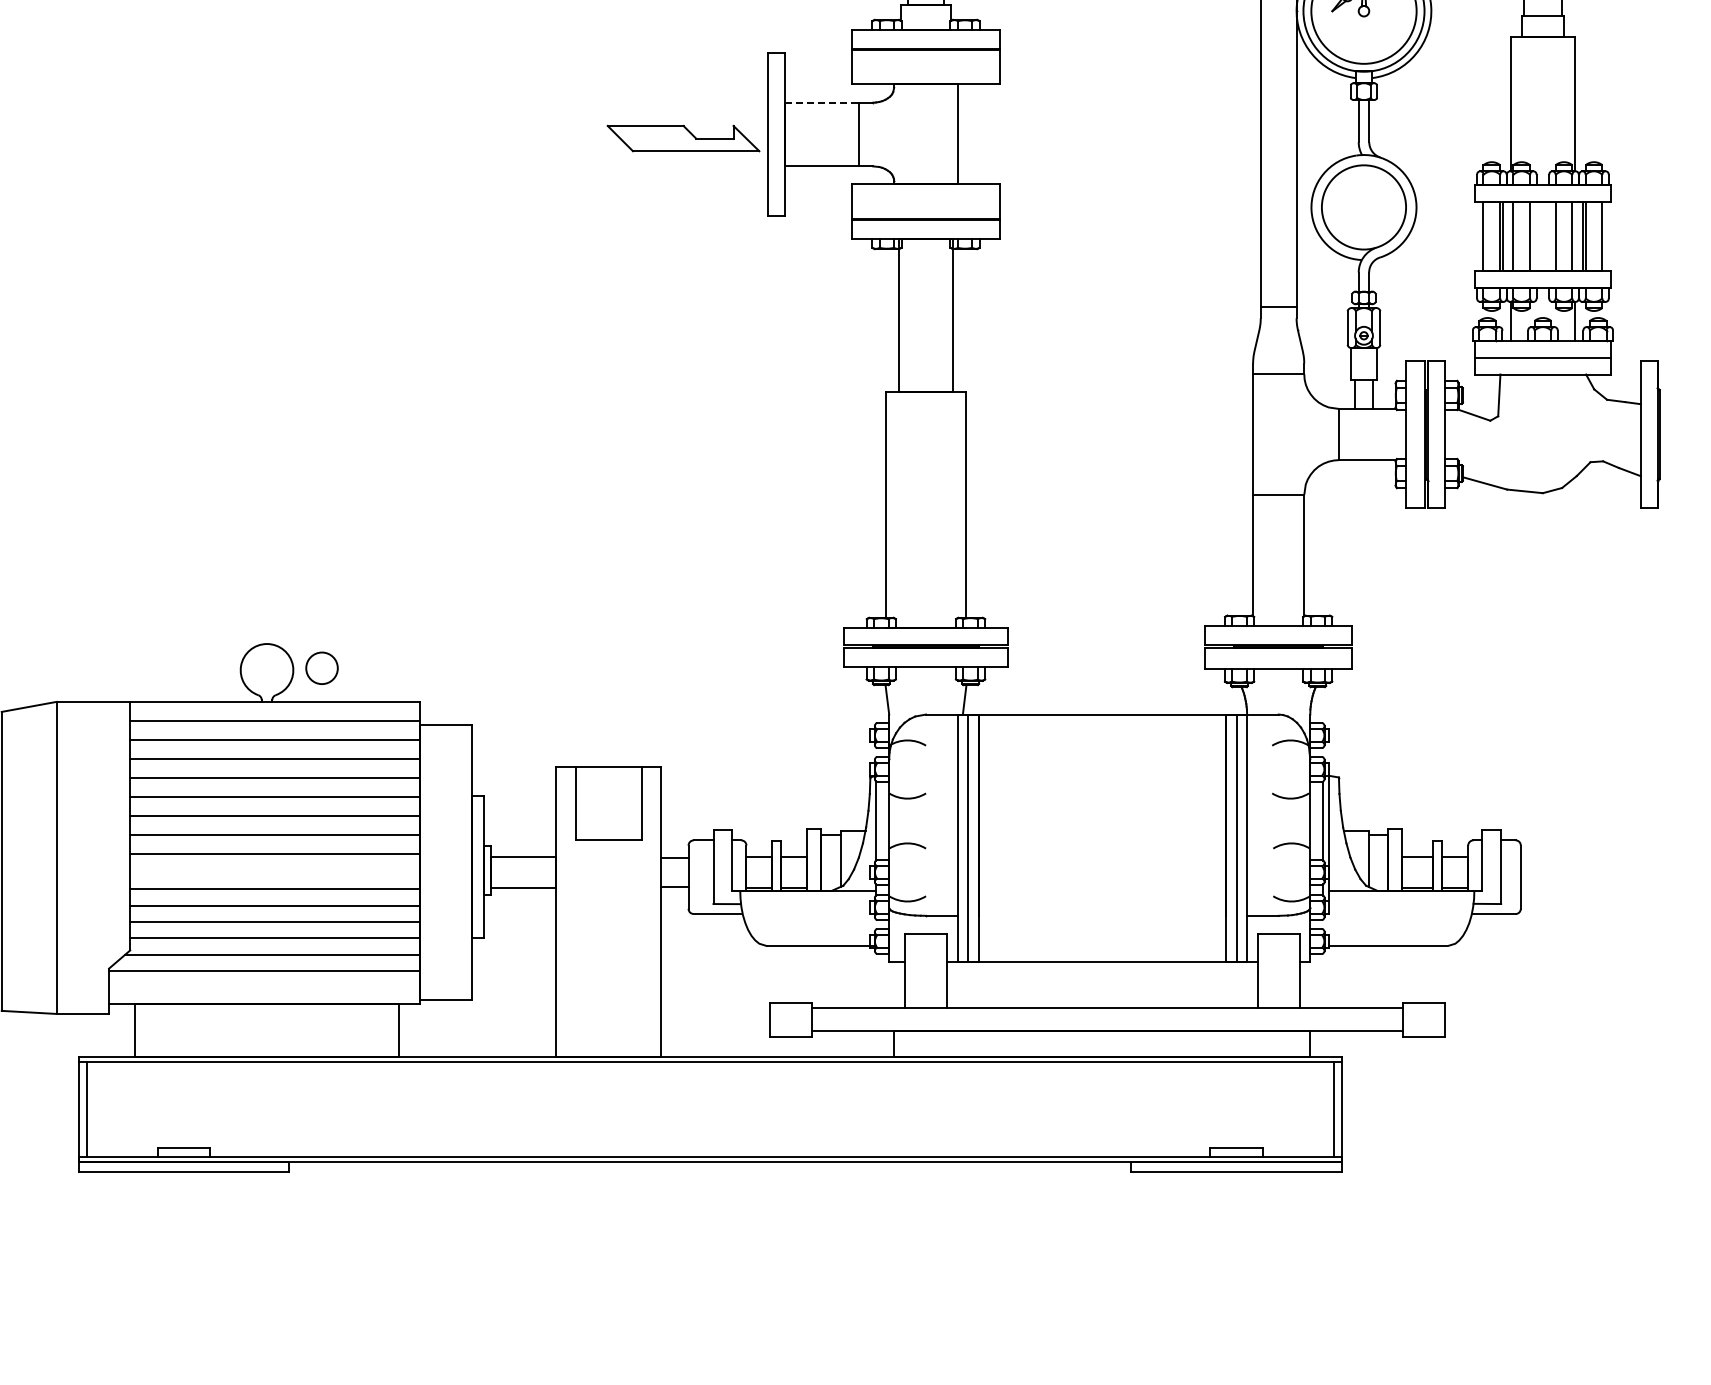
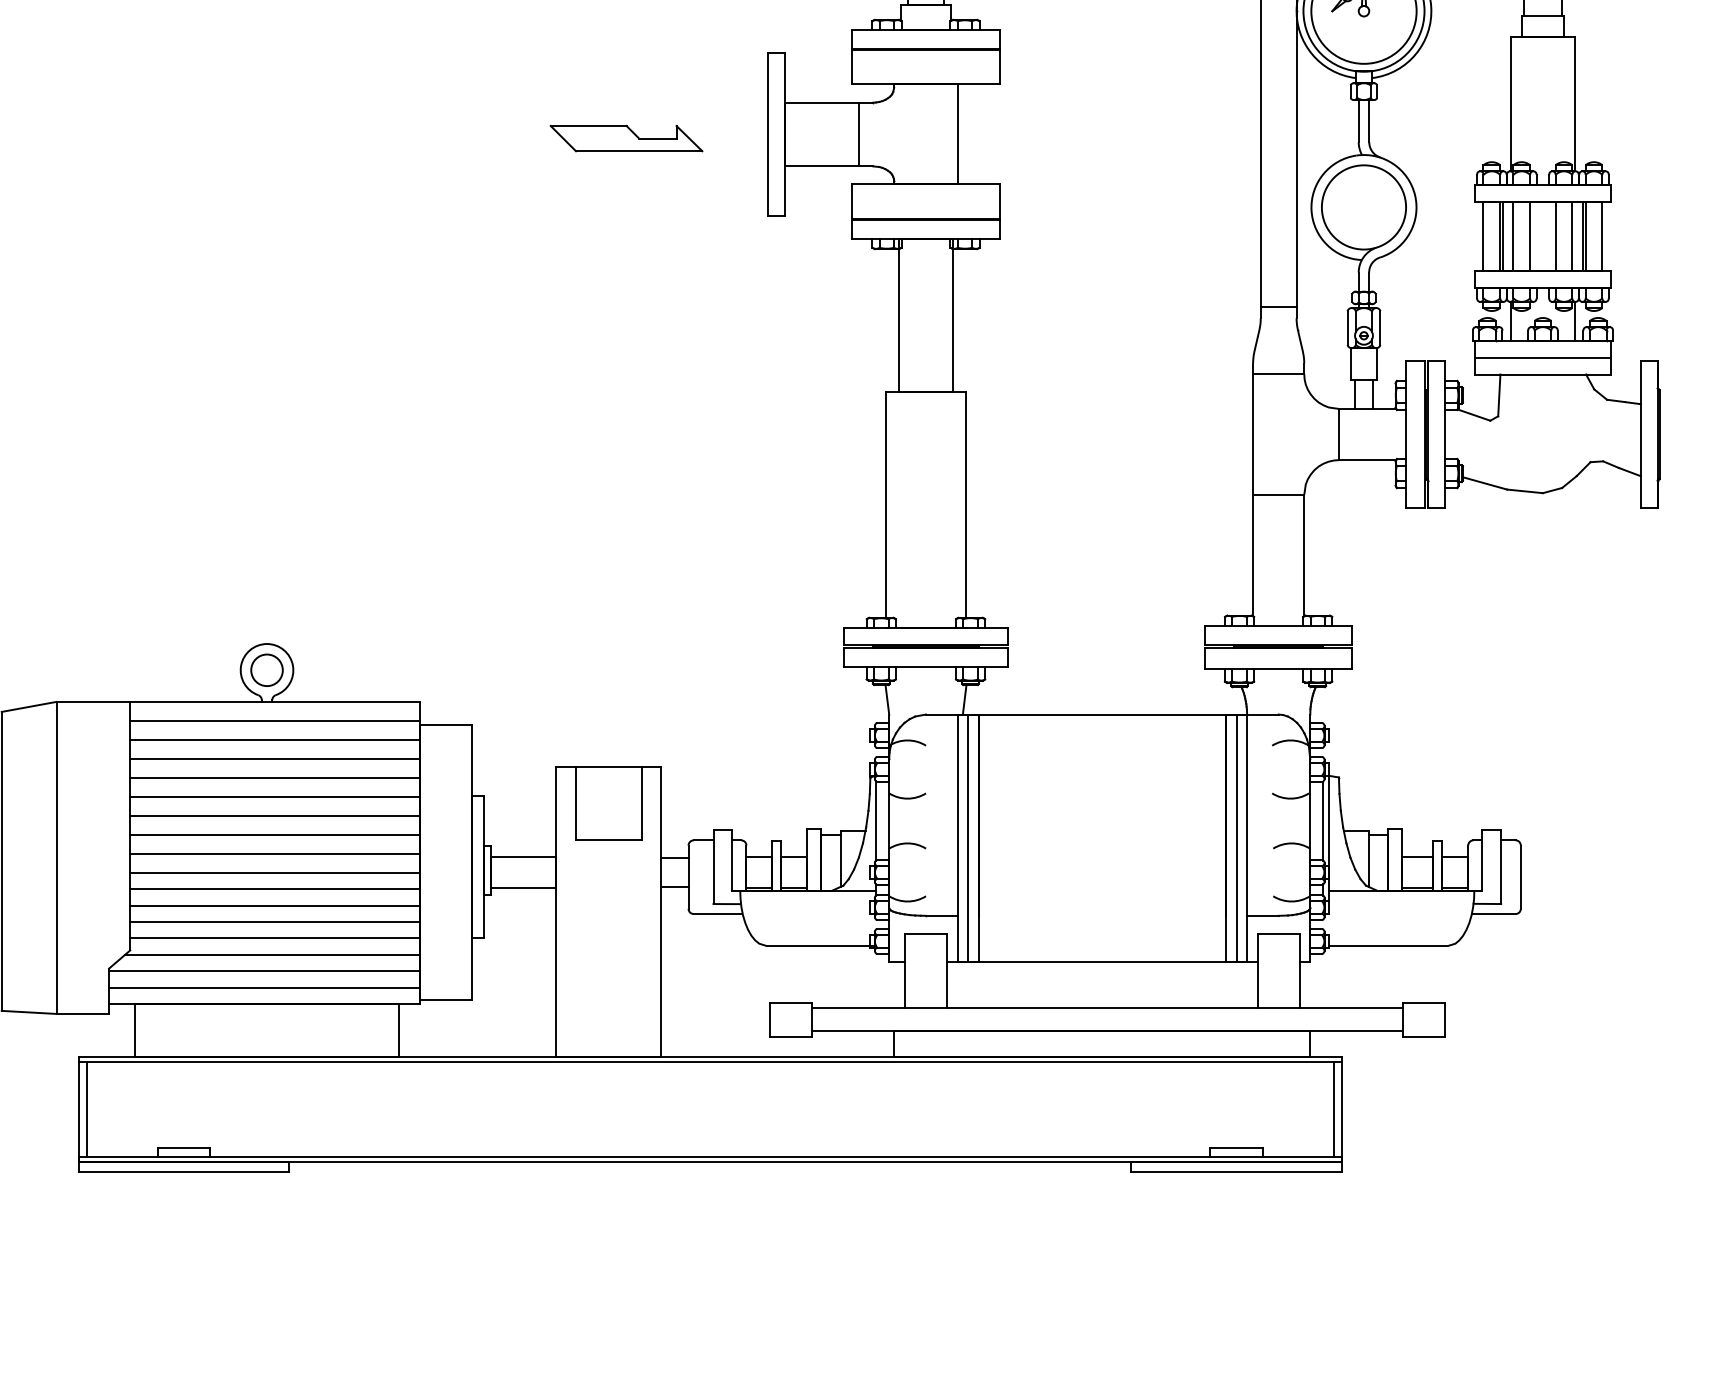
line at (822, 102): dashed -> solid
part at (683, 138) position: (683, 138) -> (626, 138)
circle at (321, 667) position: (321, 667) -> (266, 669)
line at (274, 872): none -> present
line at (264, 987): none -> present
